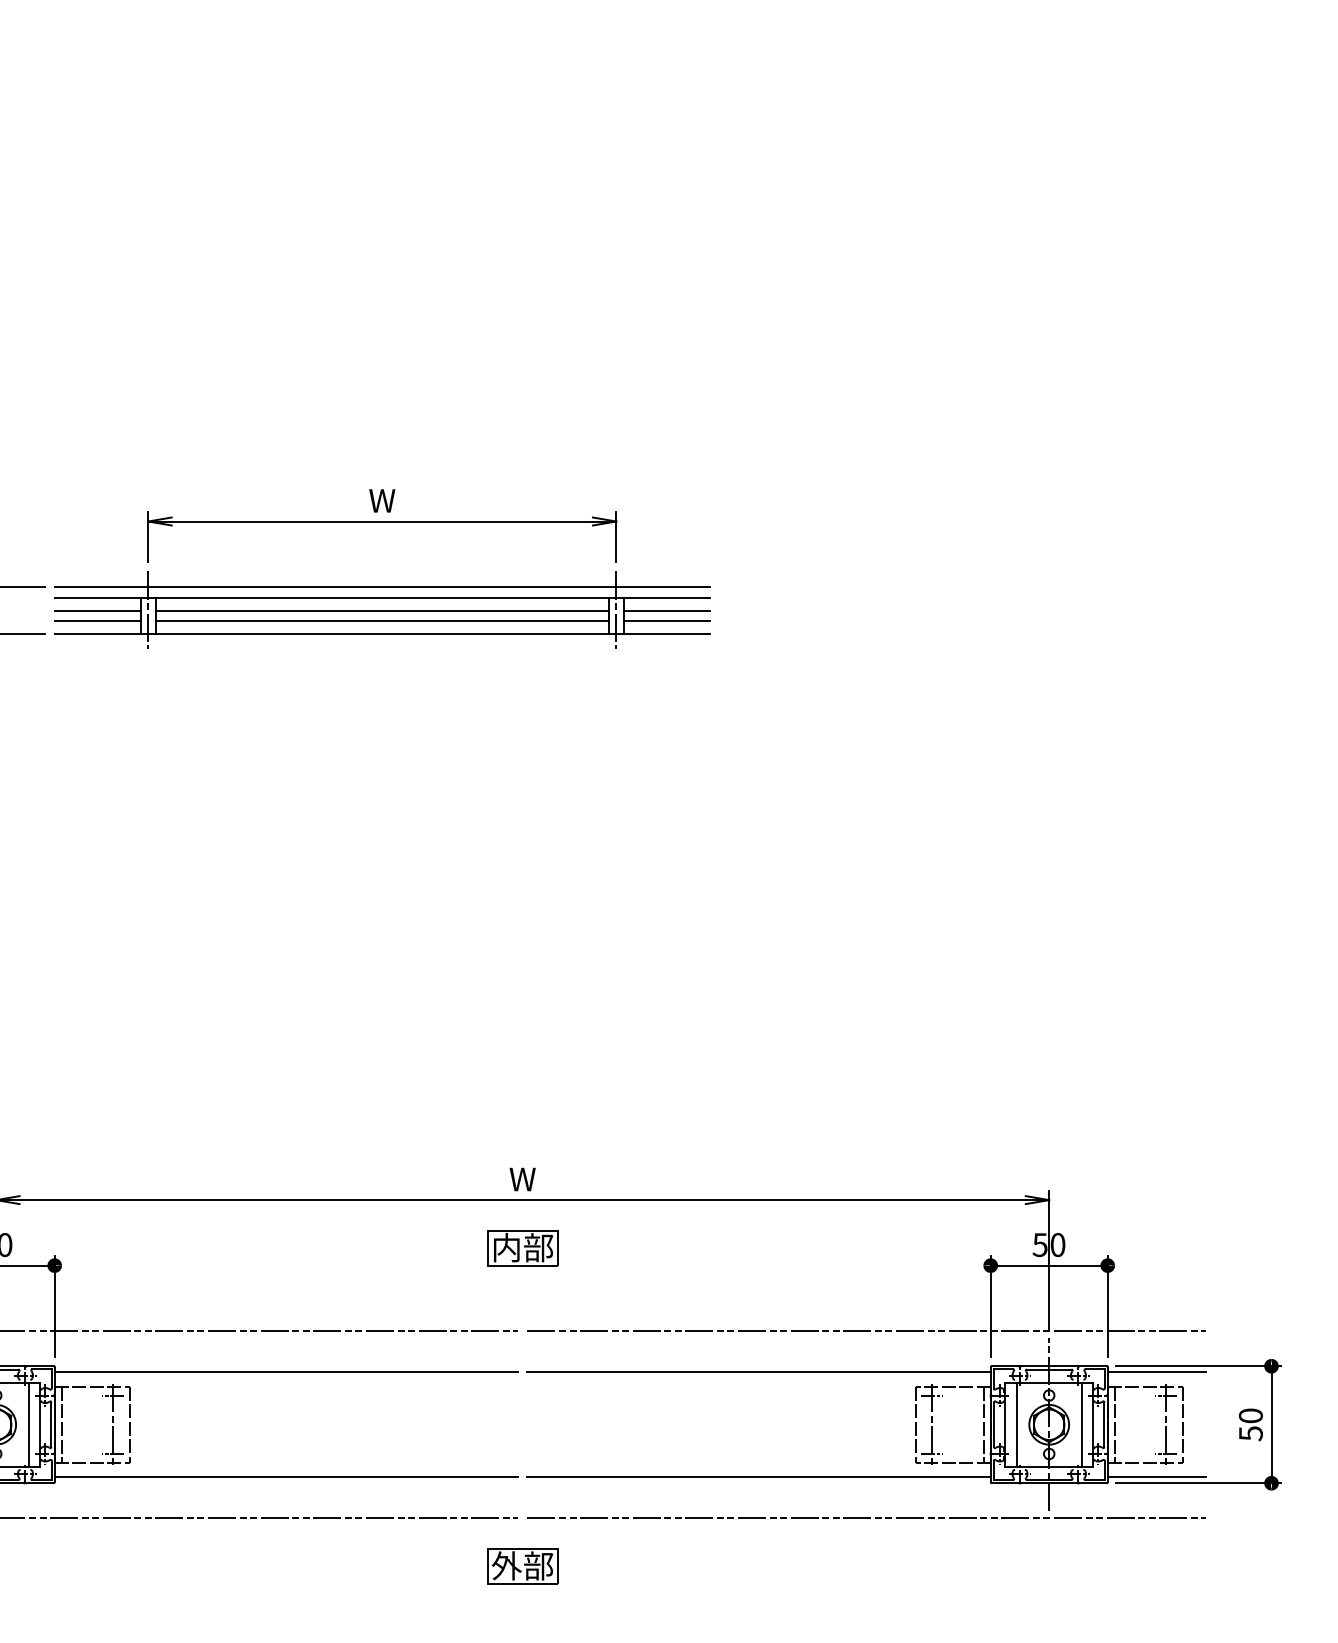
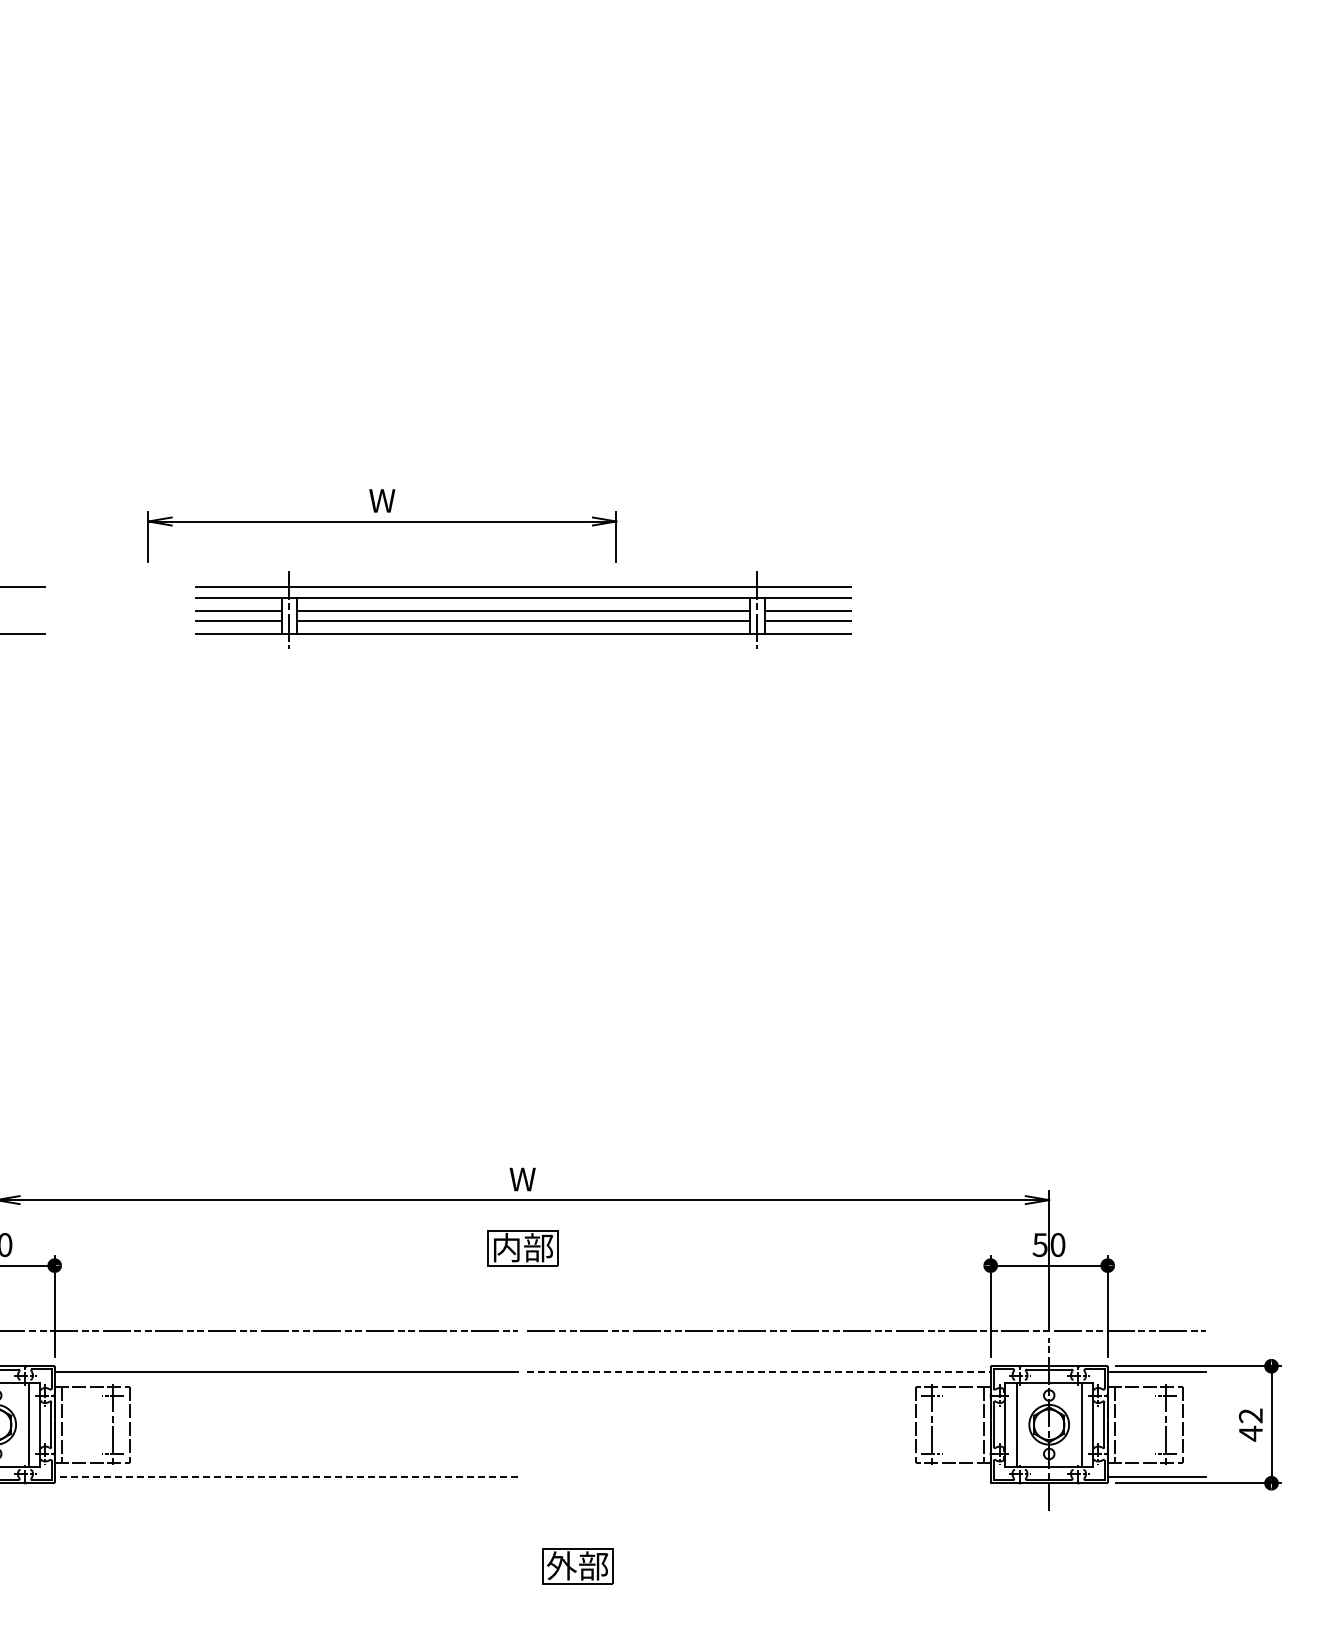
part at (382, 609) position: (382, 609) -> (523, 609)
line at (759, 1372): solid -> dashed
text at (1250, 1424): 50 -> 42
line at (286, 1477): solid -> dashed
line at (758, 1477): present -> none
line at (260, 1518): present -> none
line at (866, 1518): present -> none
part at (522, 1566) position: (522, 1566) -> (577, 1566)
